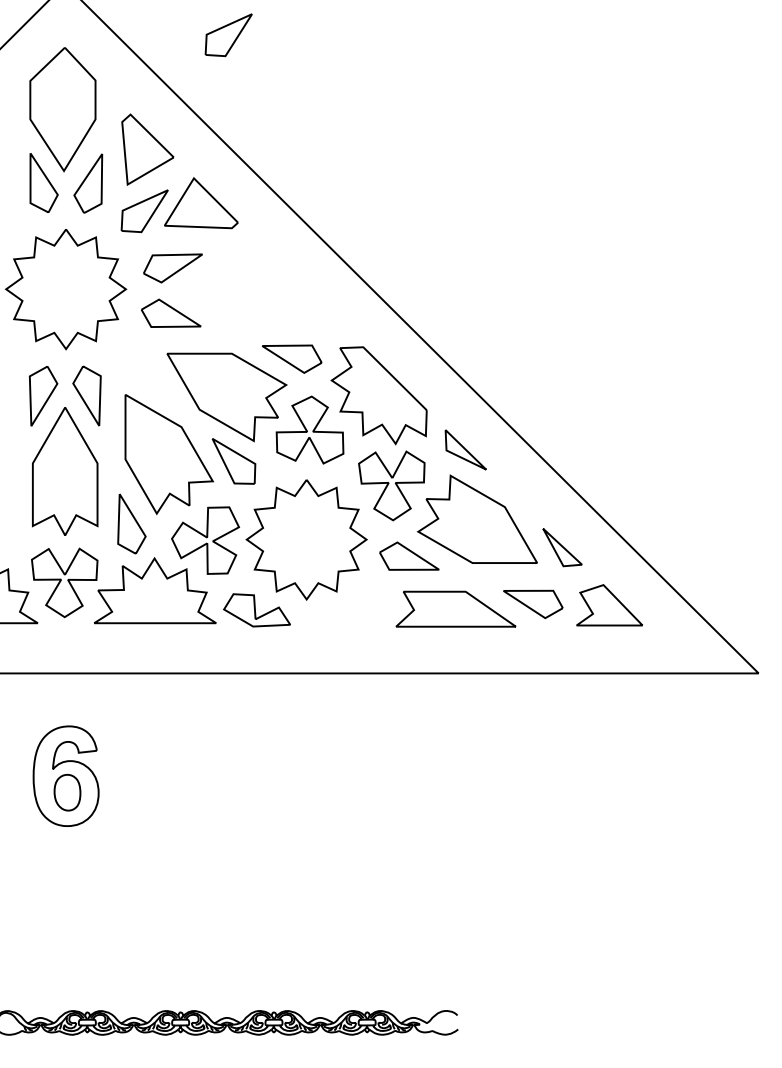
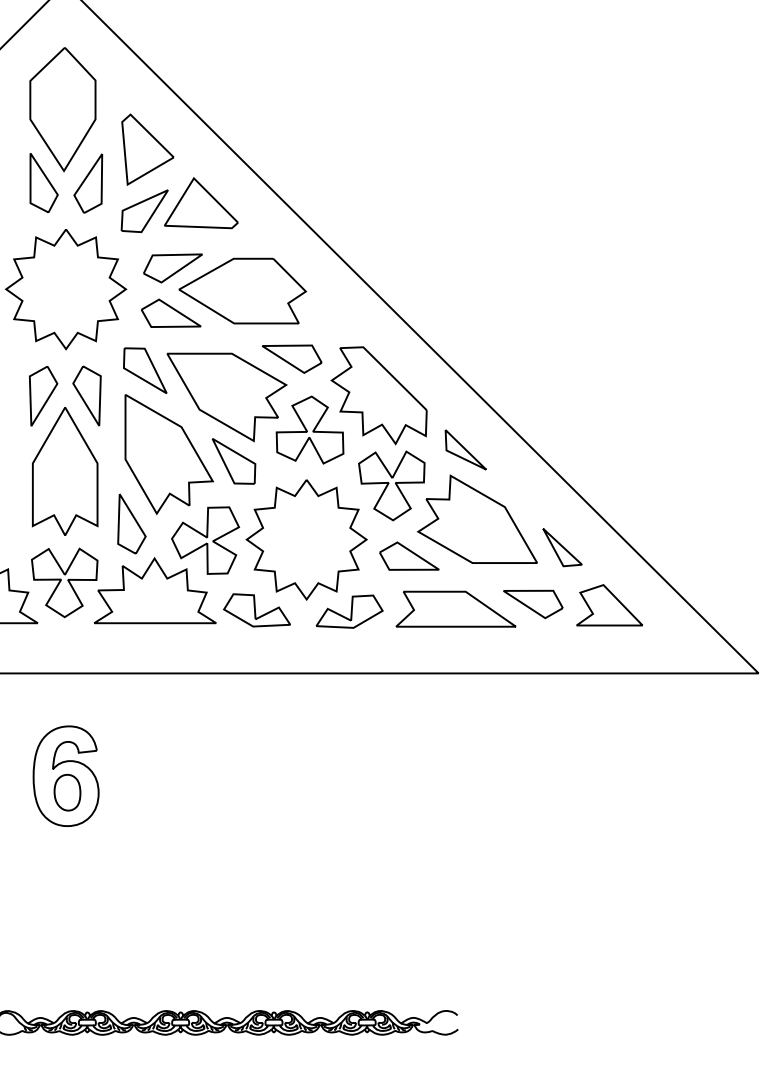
part at (228, 35): present -> none
part at (242, 290): none -> present
part at (145, 370): none -> present
part at (349, 611): none -> present
